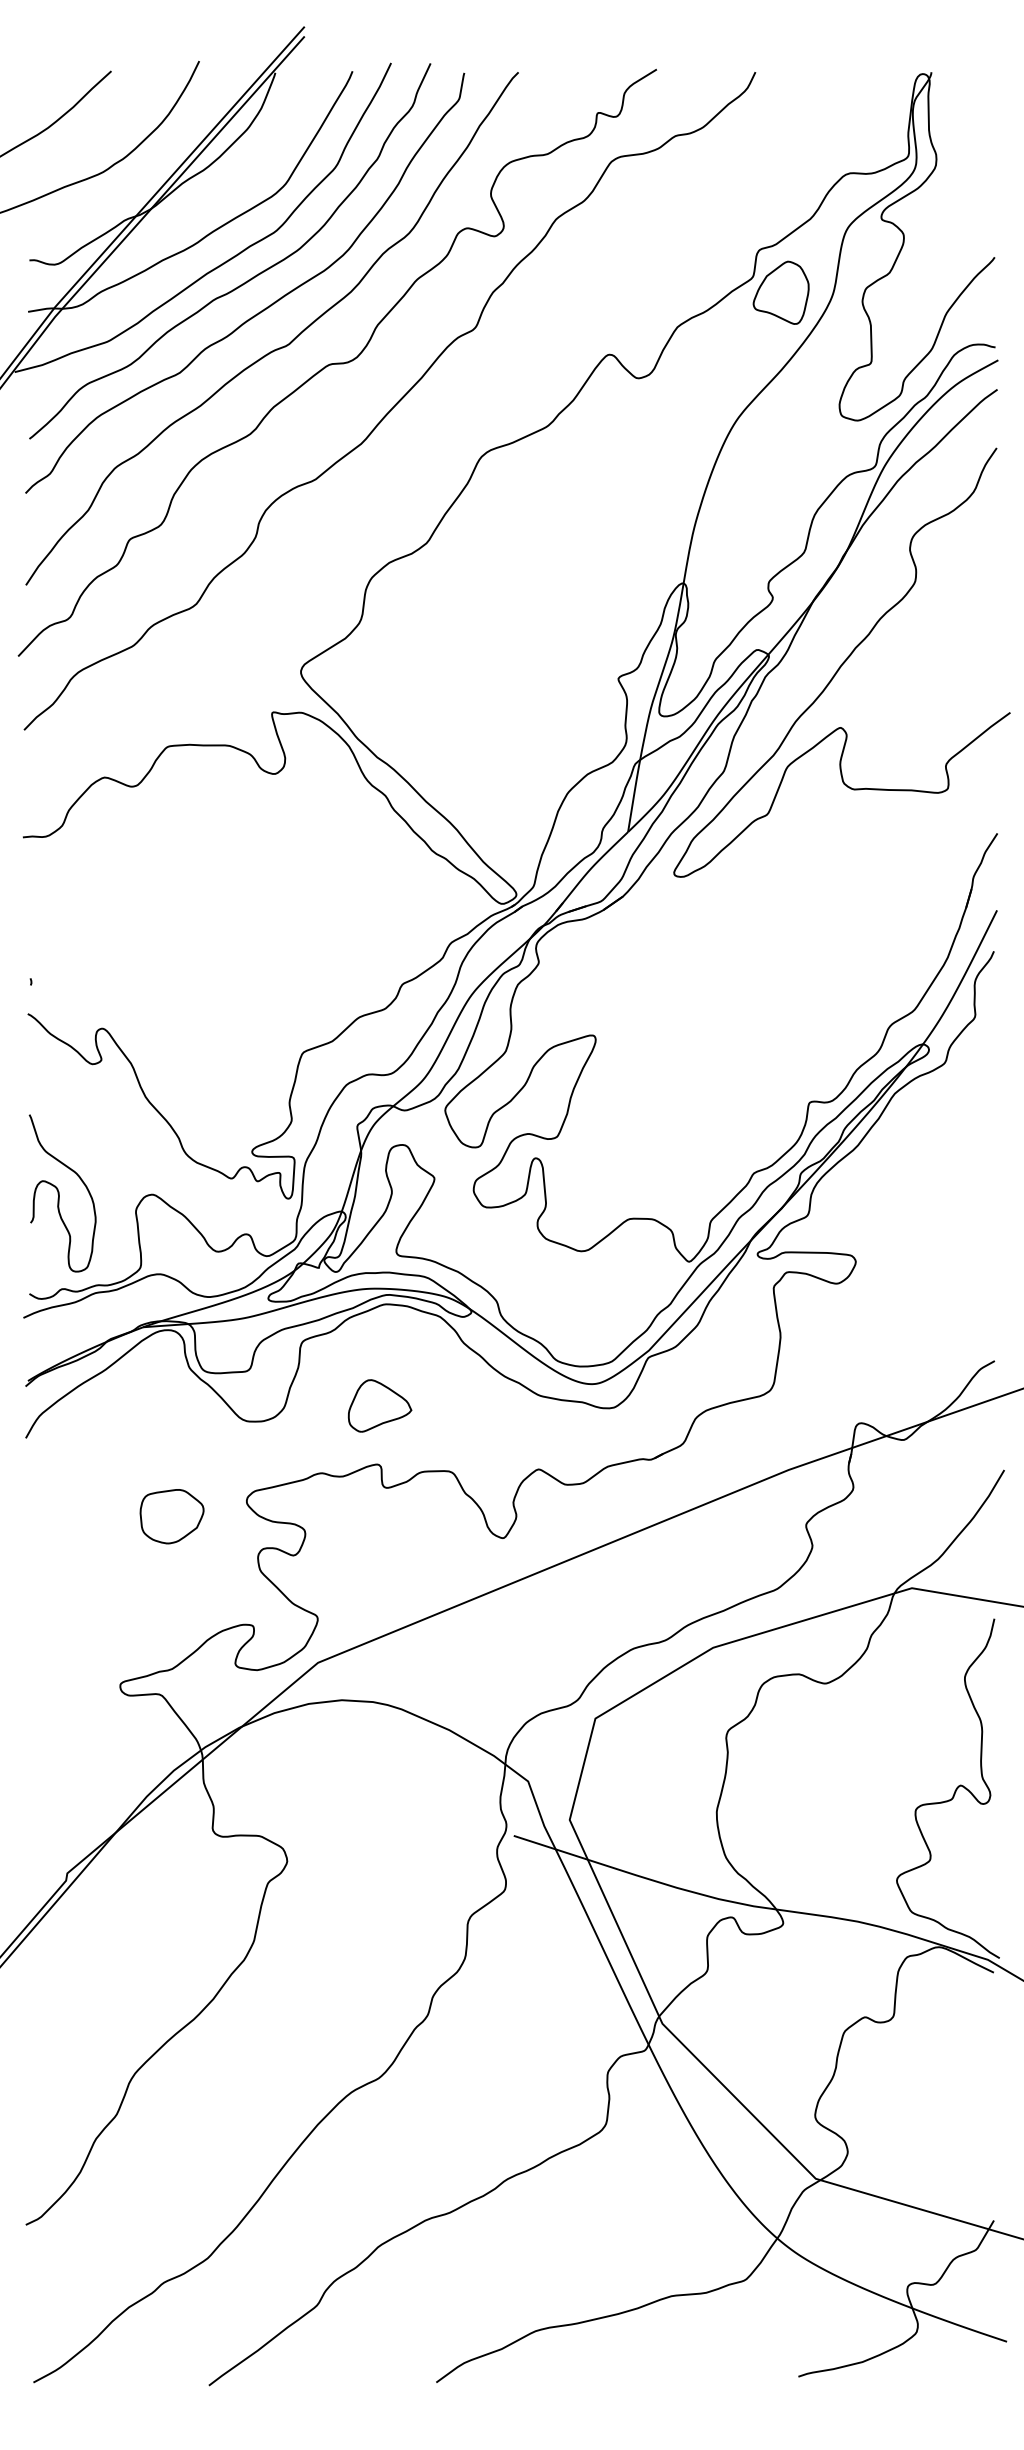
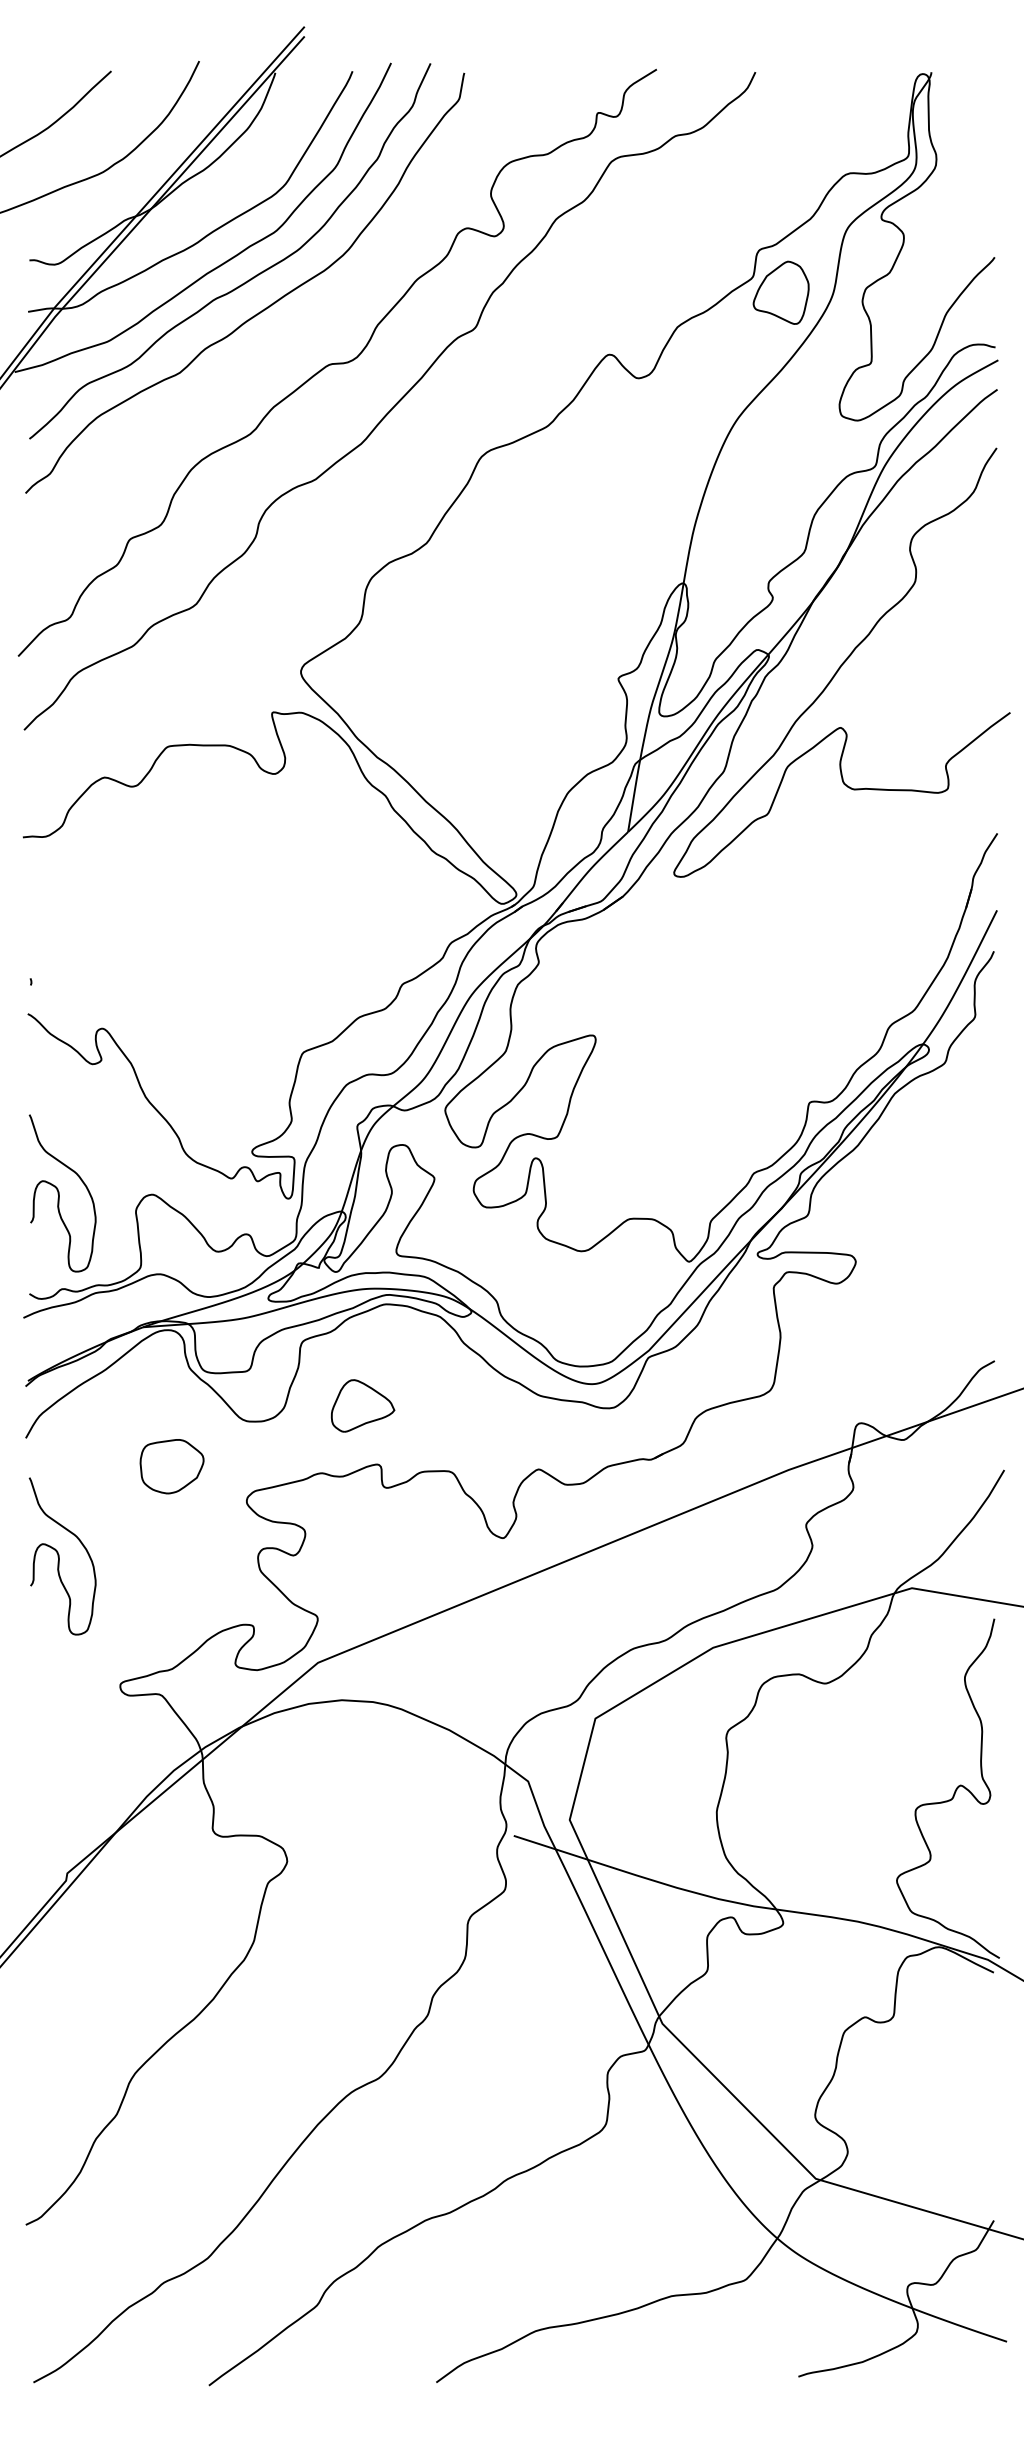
curve at (281, 346): present -> none
part at (379, 1405) position: (379, 1405) -> (362, 1405)
part at (171, 1516) position: (171, 1516) -> (171, 1466)
curve at (59, 1556): none -> present
